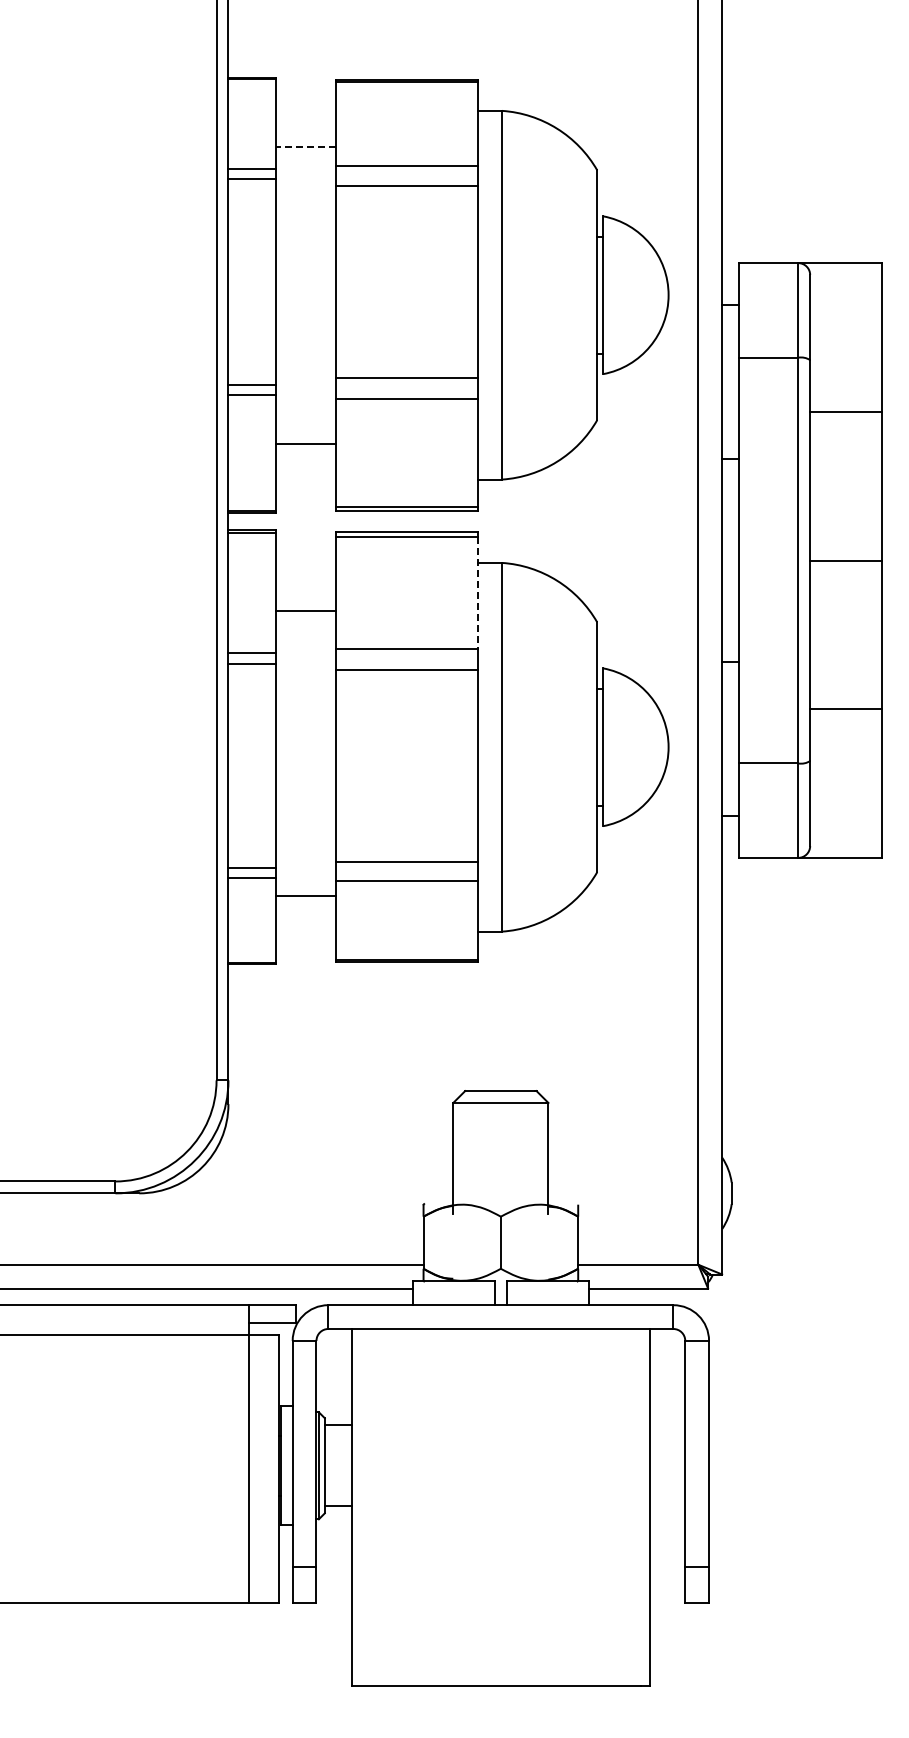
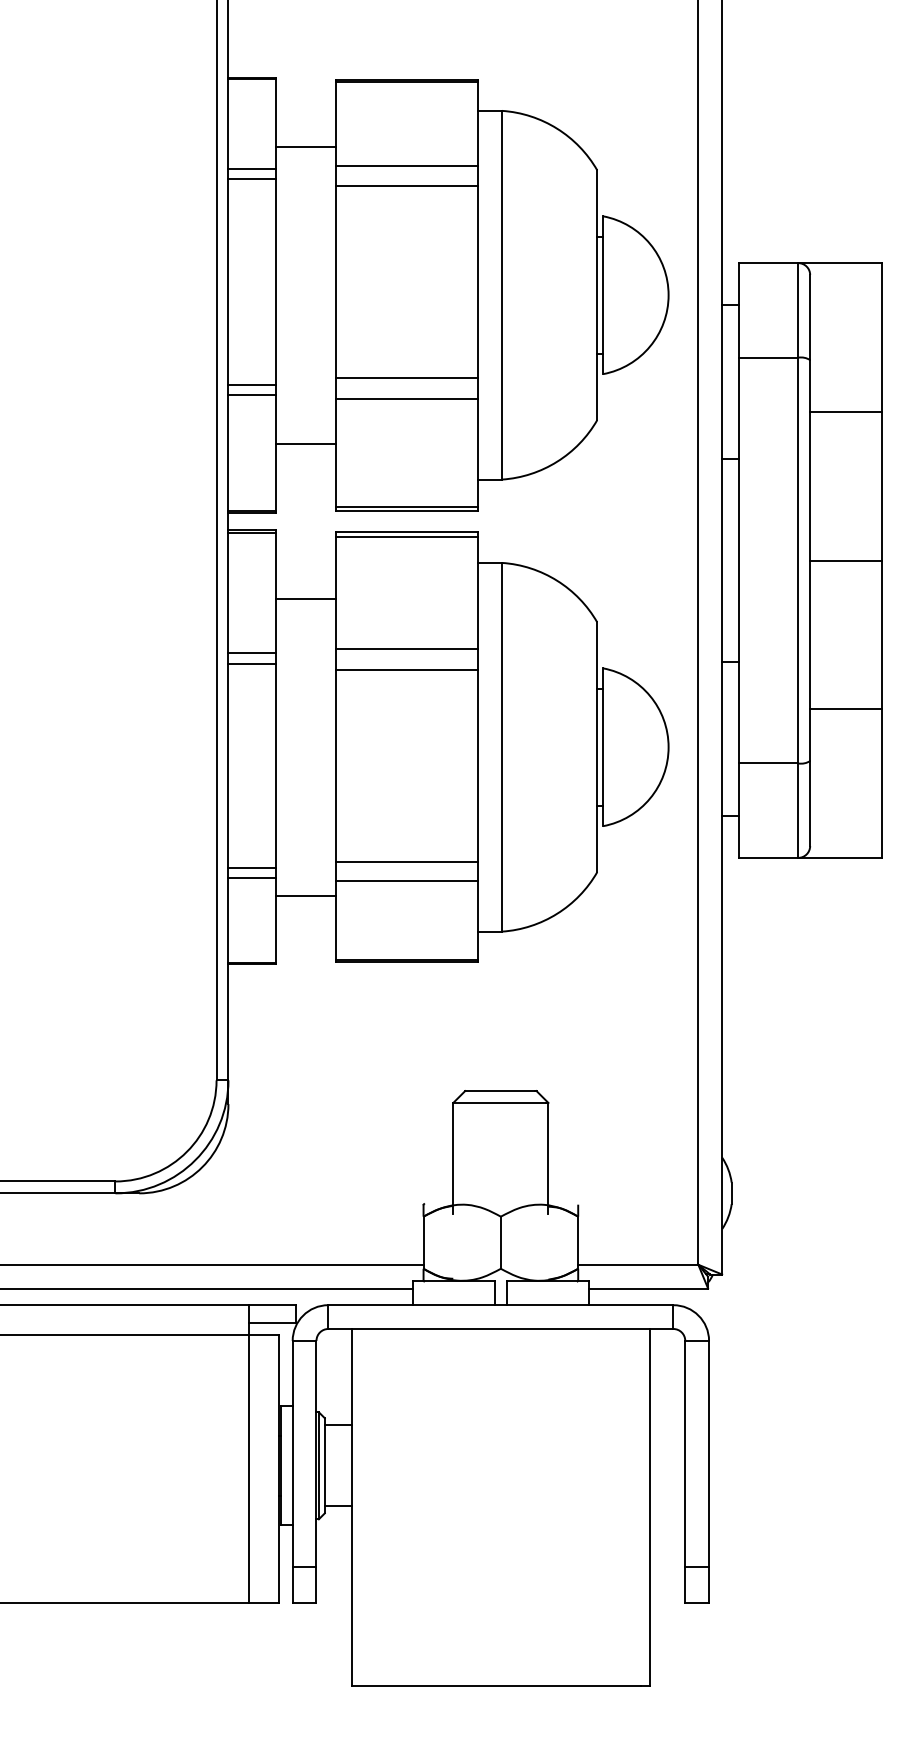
line at (305, 146): dashed -> solid
line at (478, 593): dashed -> solid
line at (305, 610) position: (305, 610) -> (305, 598)
